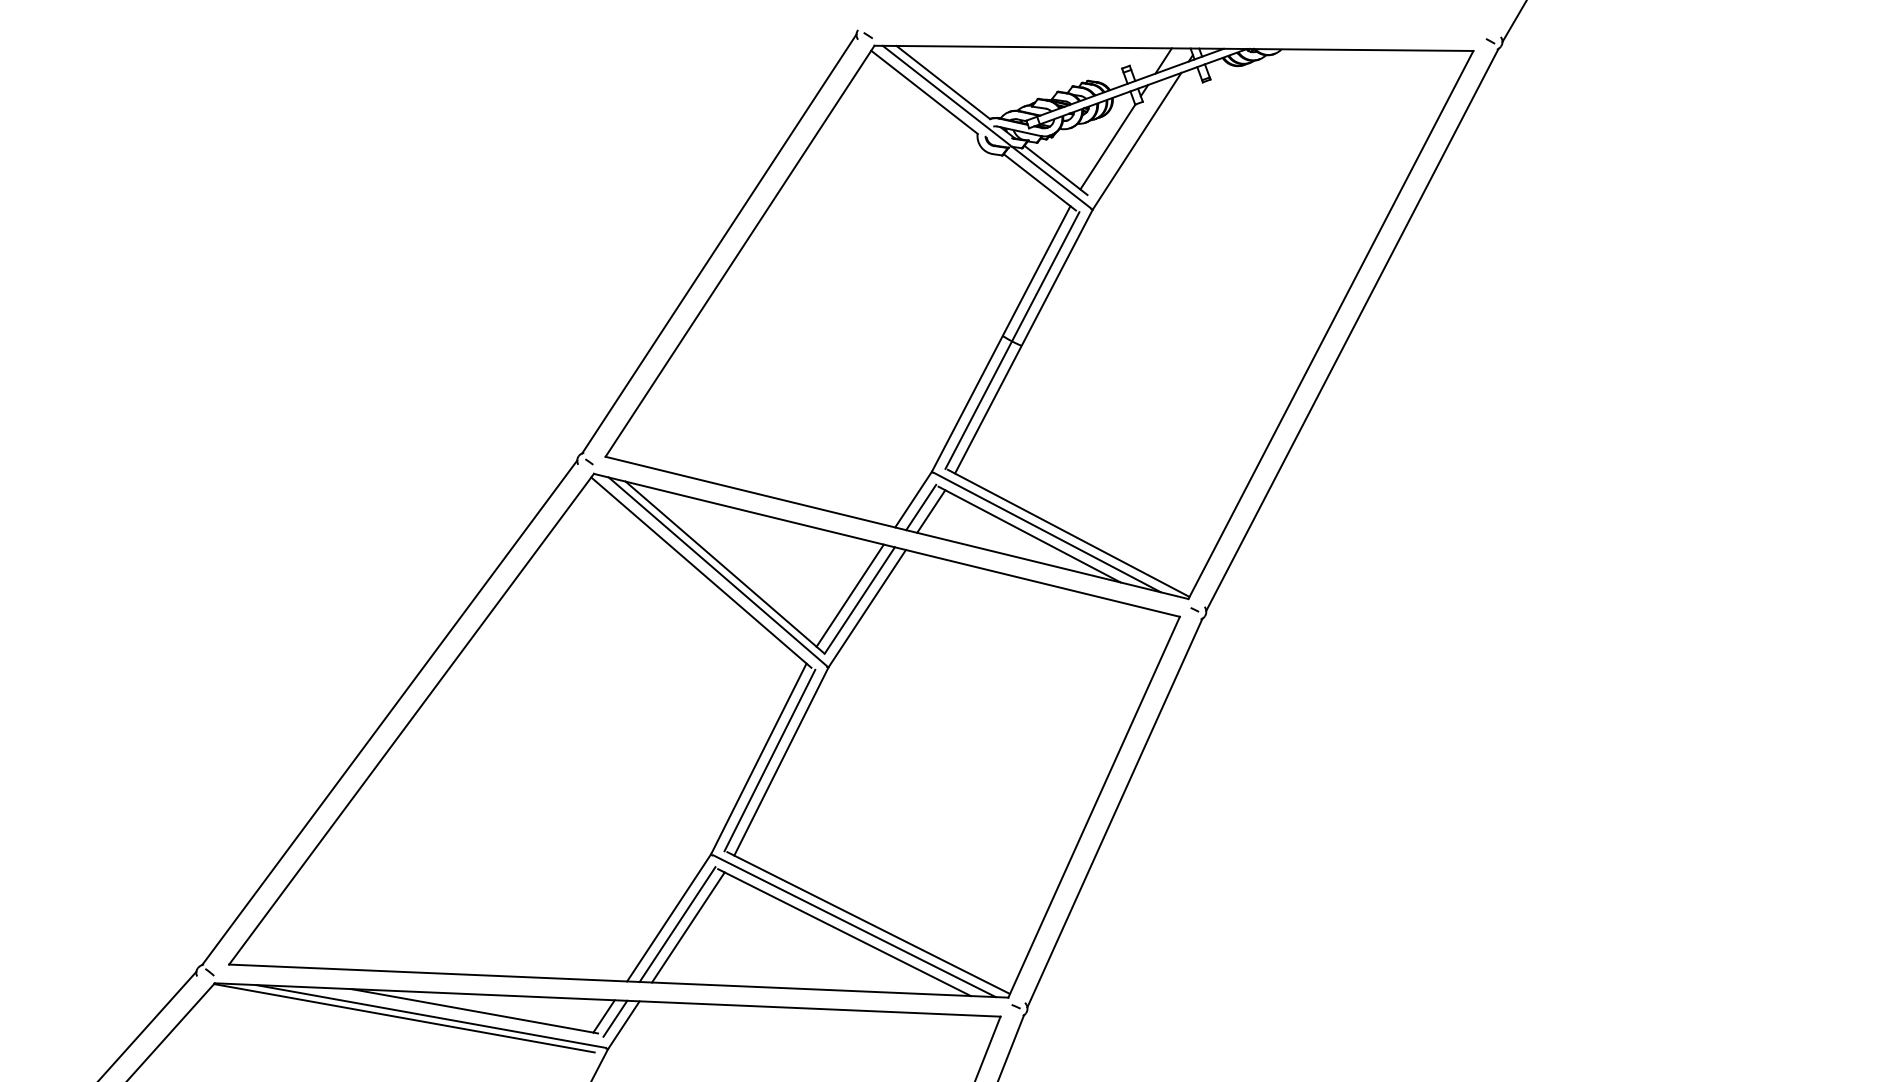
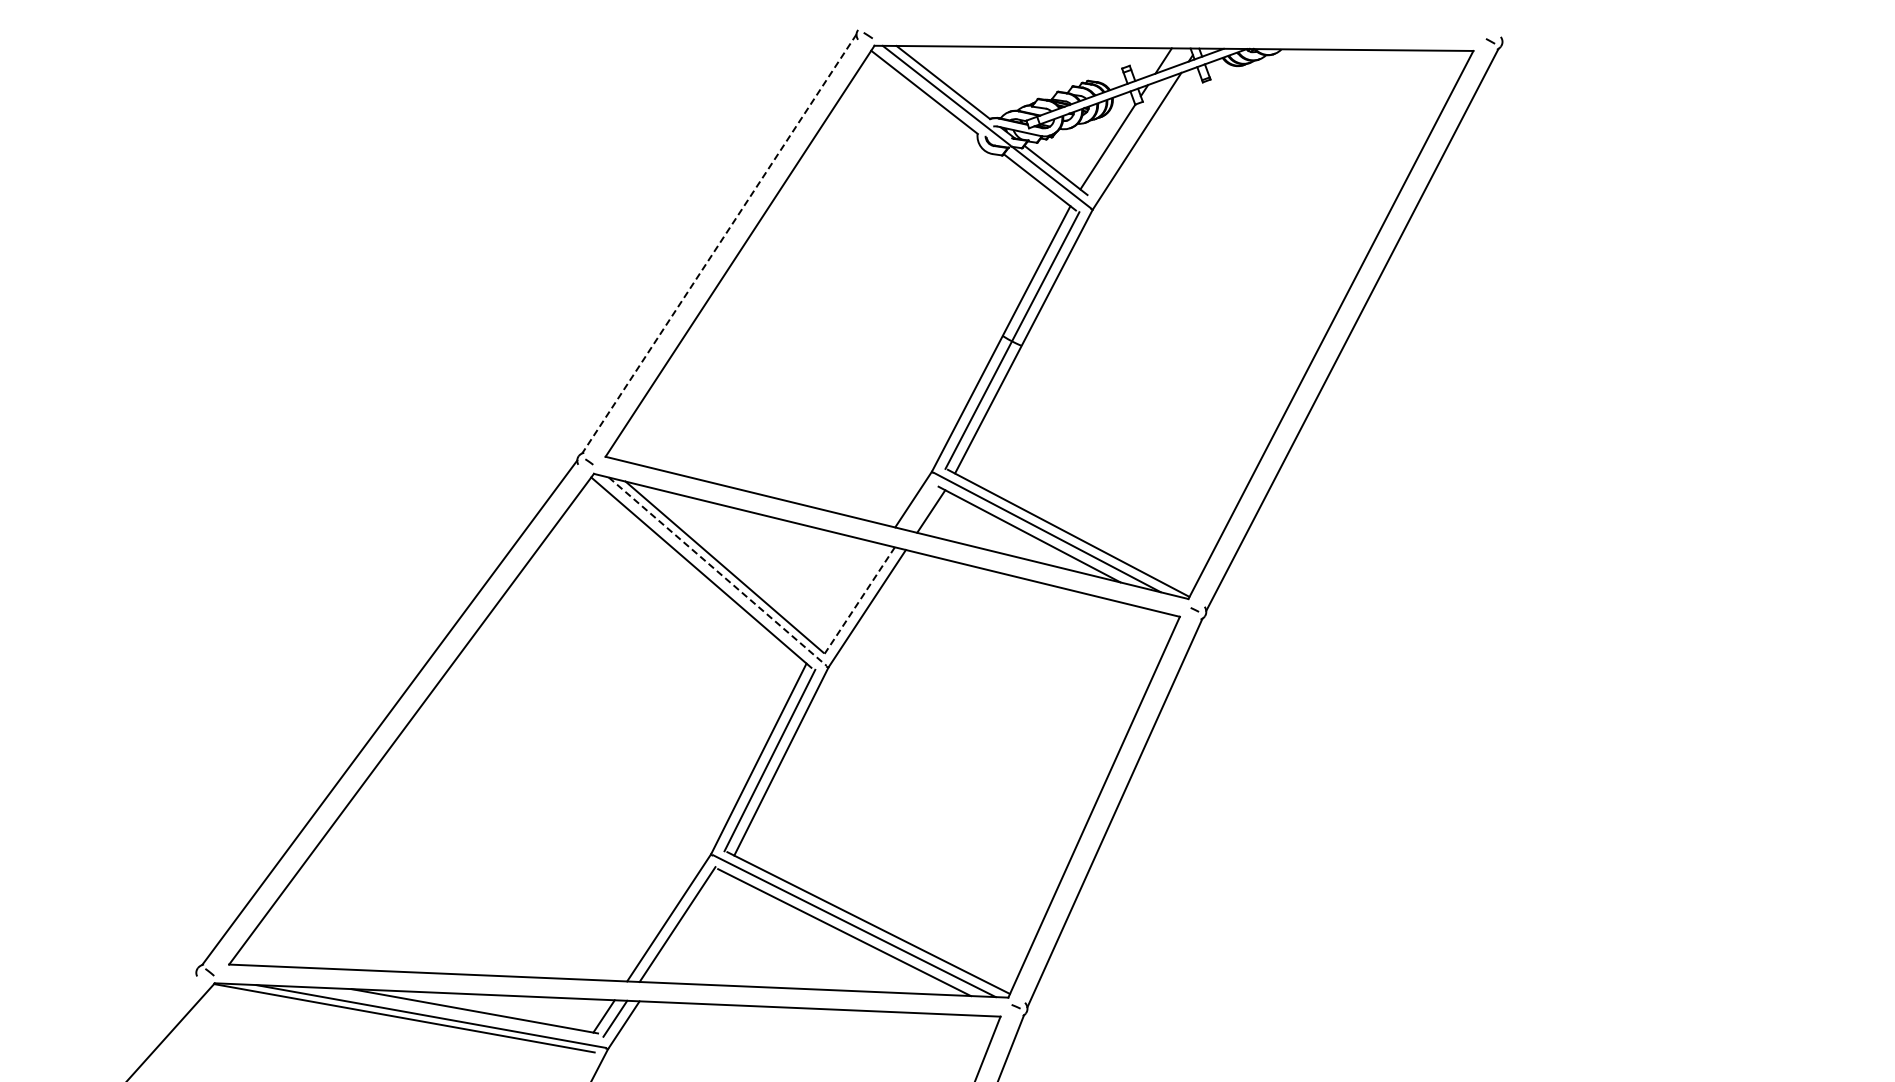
line at (1513, 21): present -> none
line at (719, 244): solid -> dashed
line at (921, 507): present -> none
line at (718, 571): solid -> dashed
line at (849, 595): present -> none
line at (859, 600): solid -> dashed
line at (688, 927): present -> none
line at (148, 1024): present -> none
